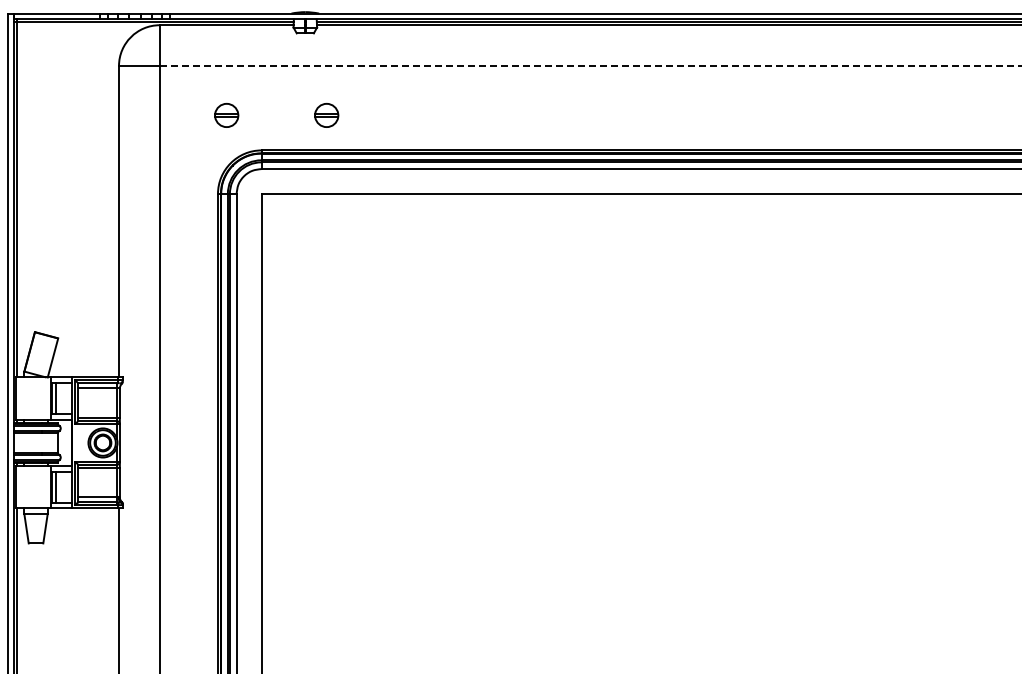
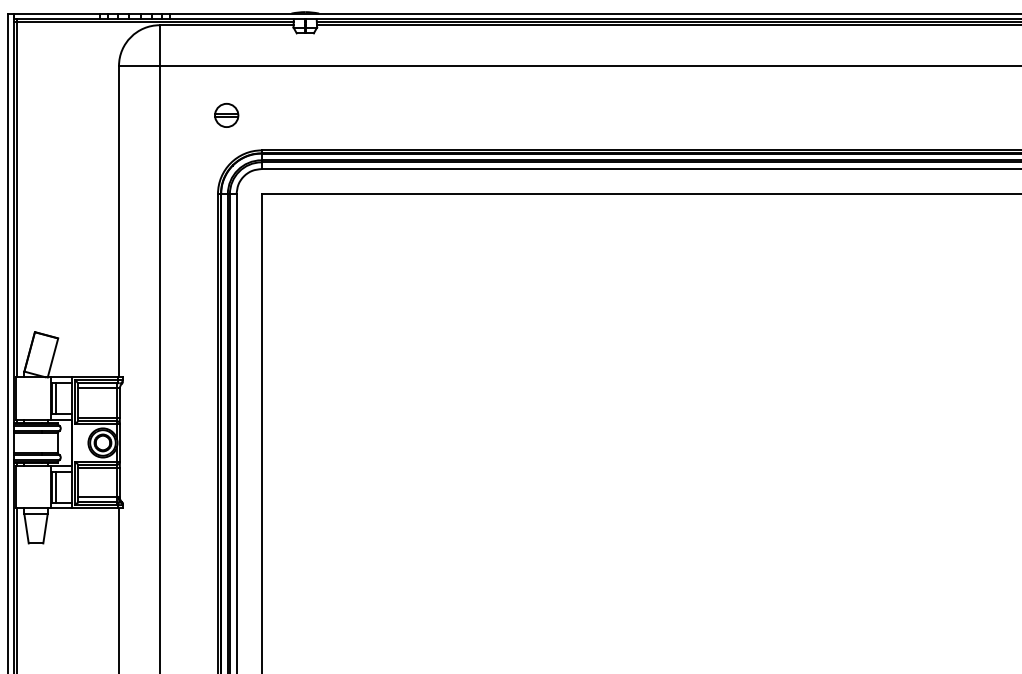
line at (590, 65): dashed -> solid
part at (326, 115): present -> none
